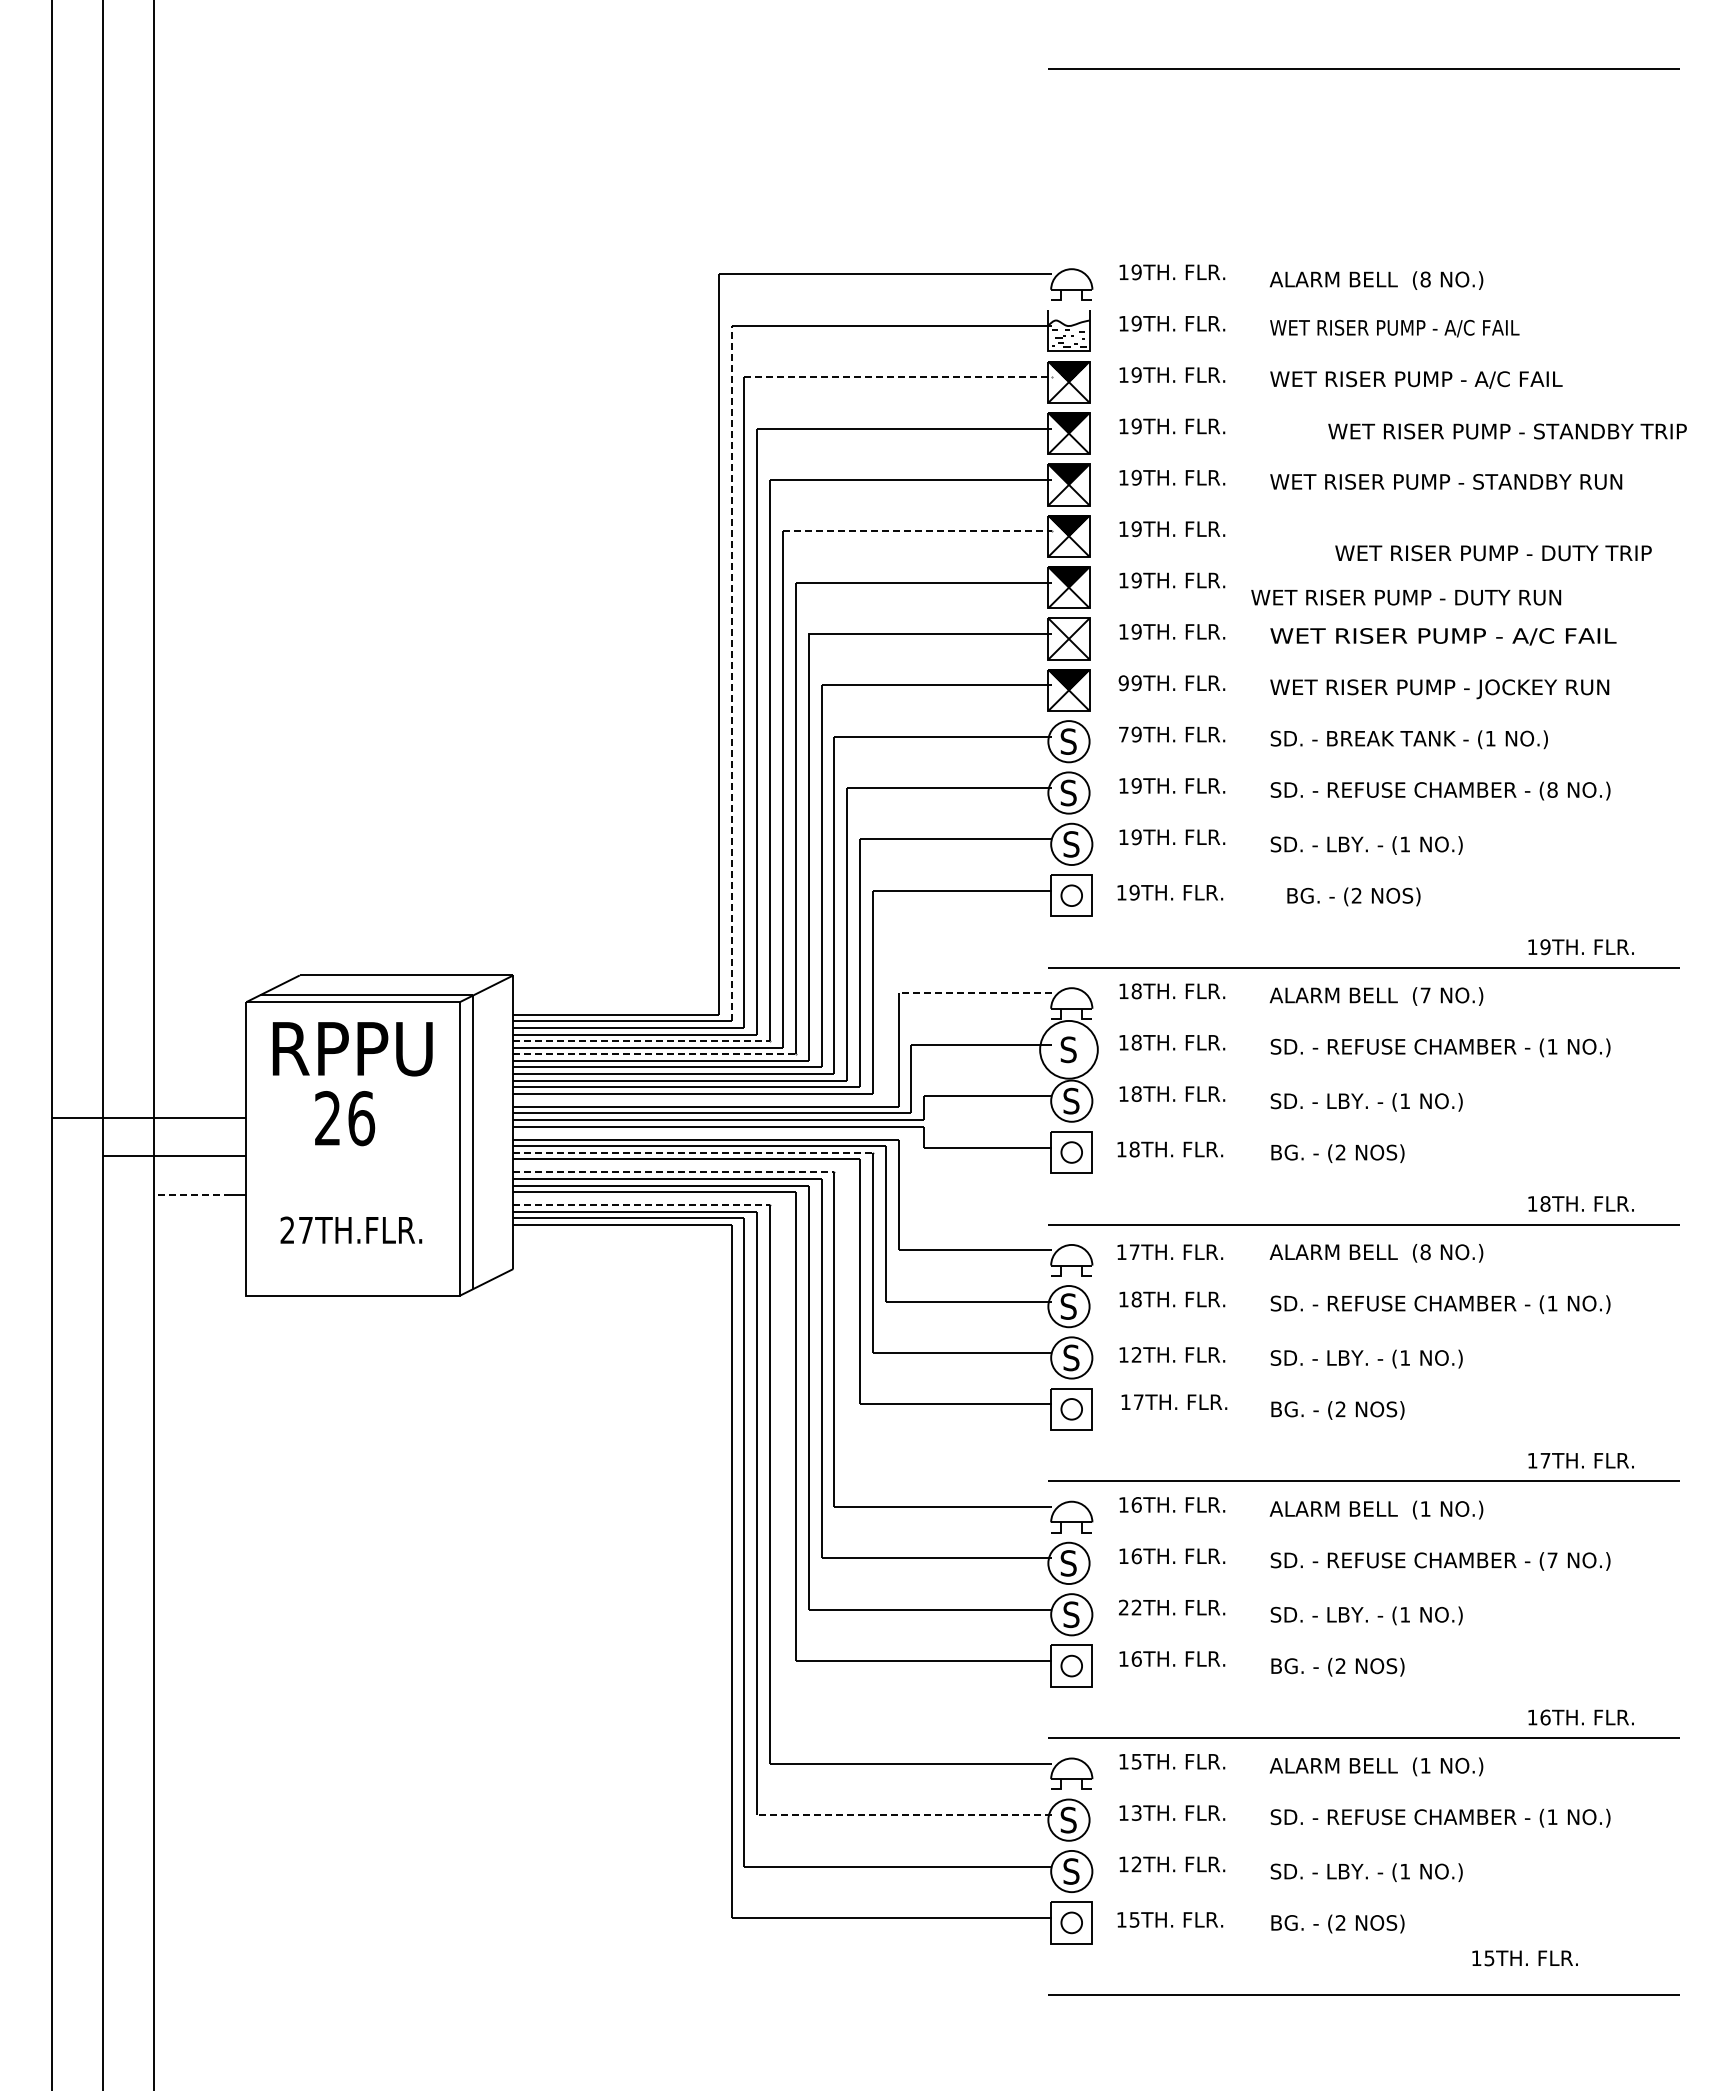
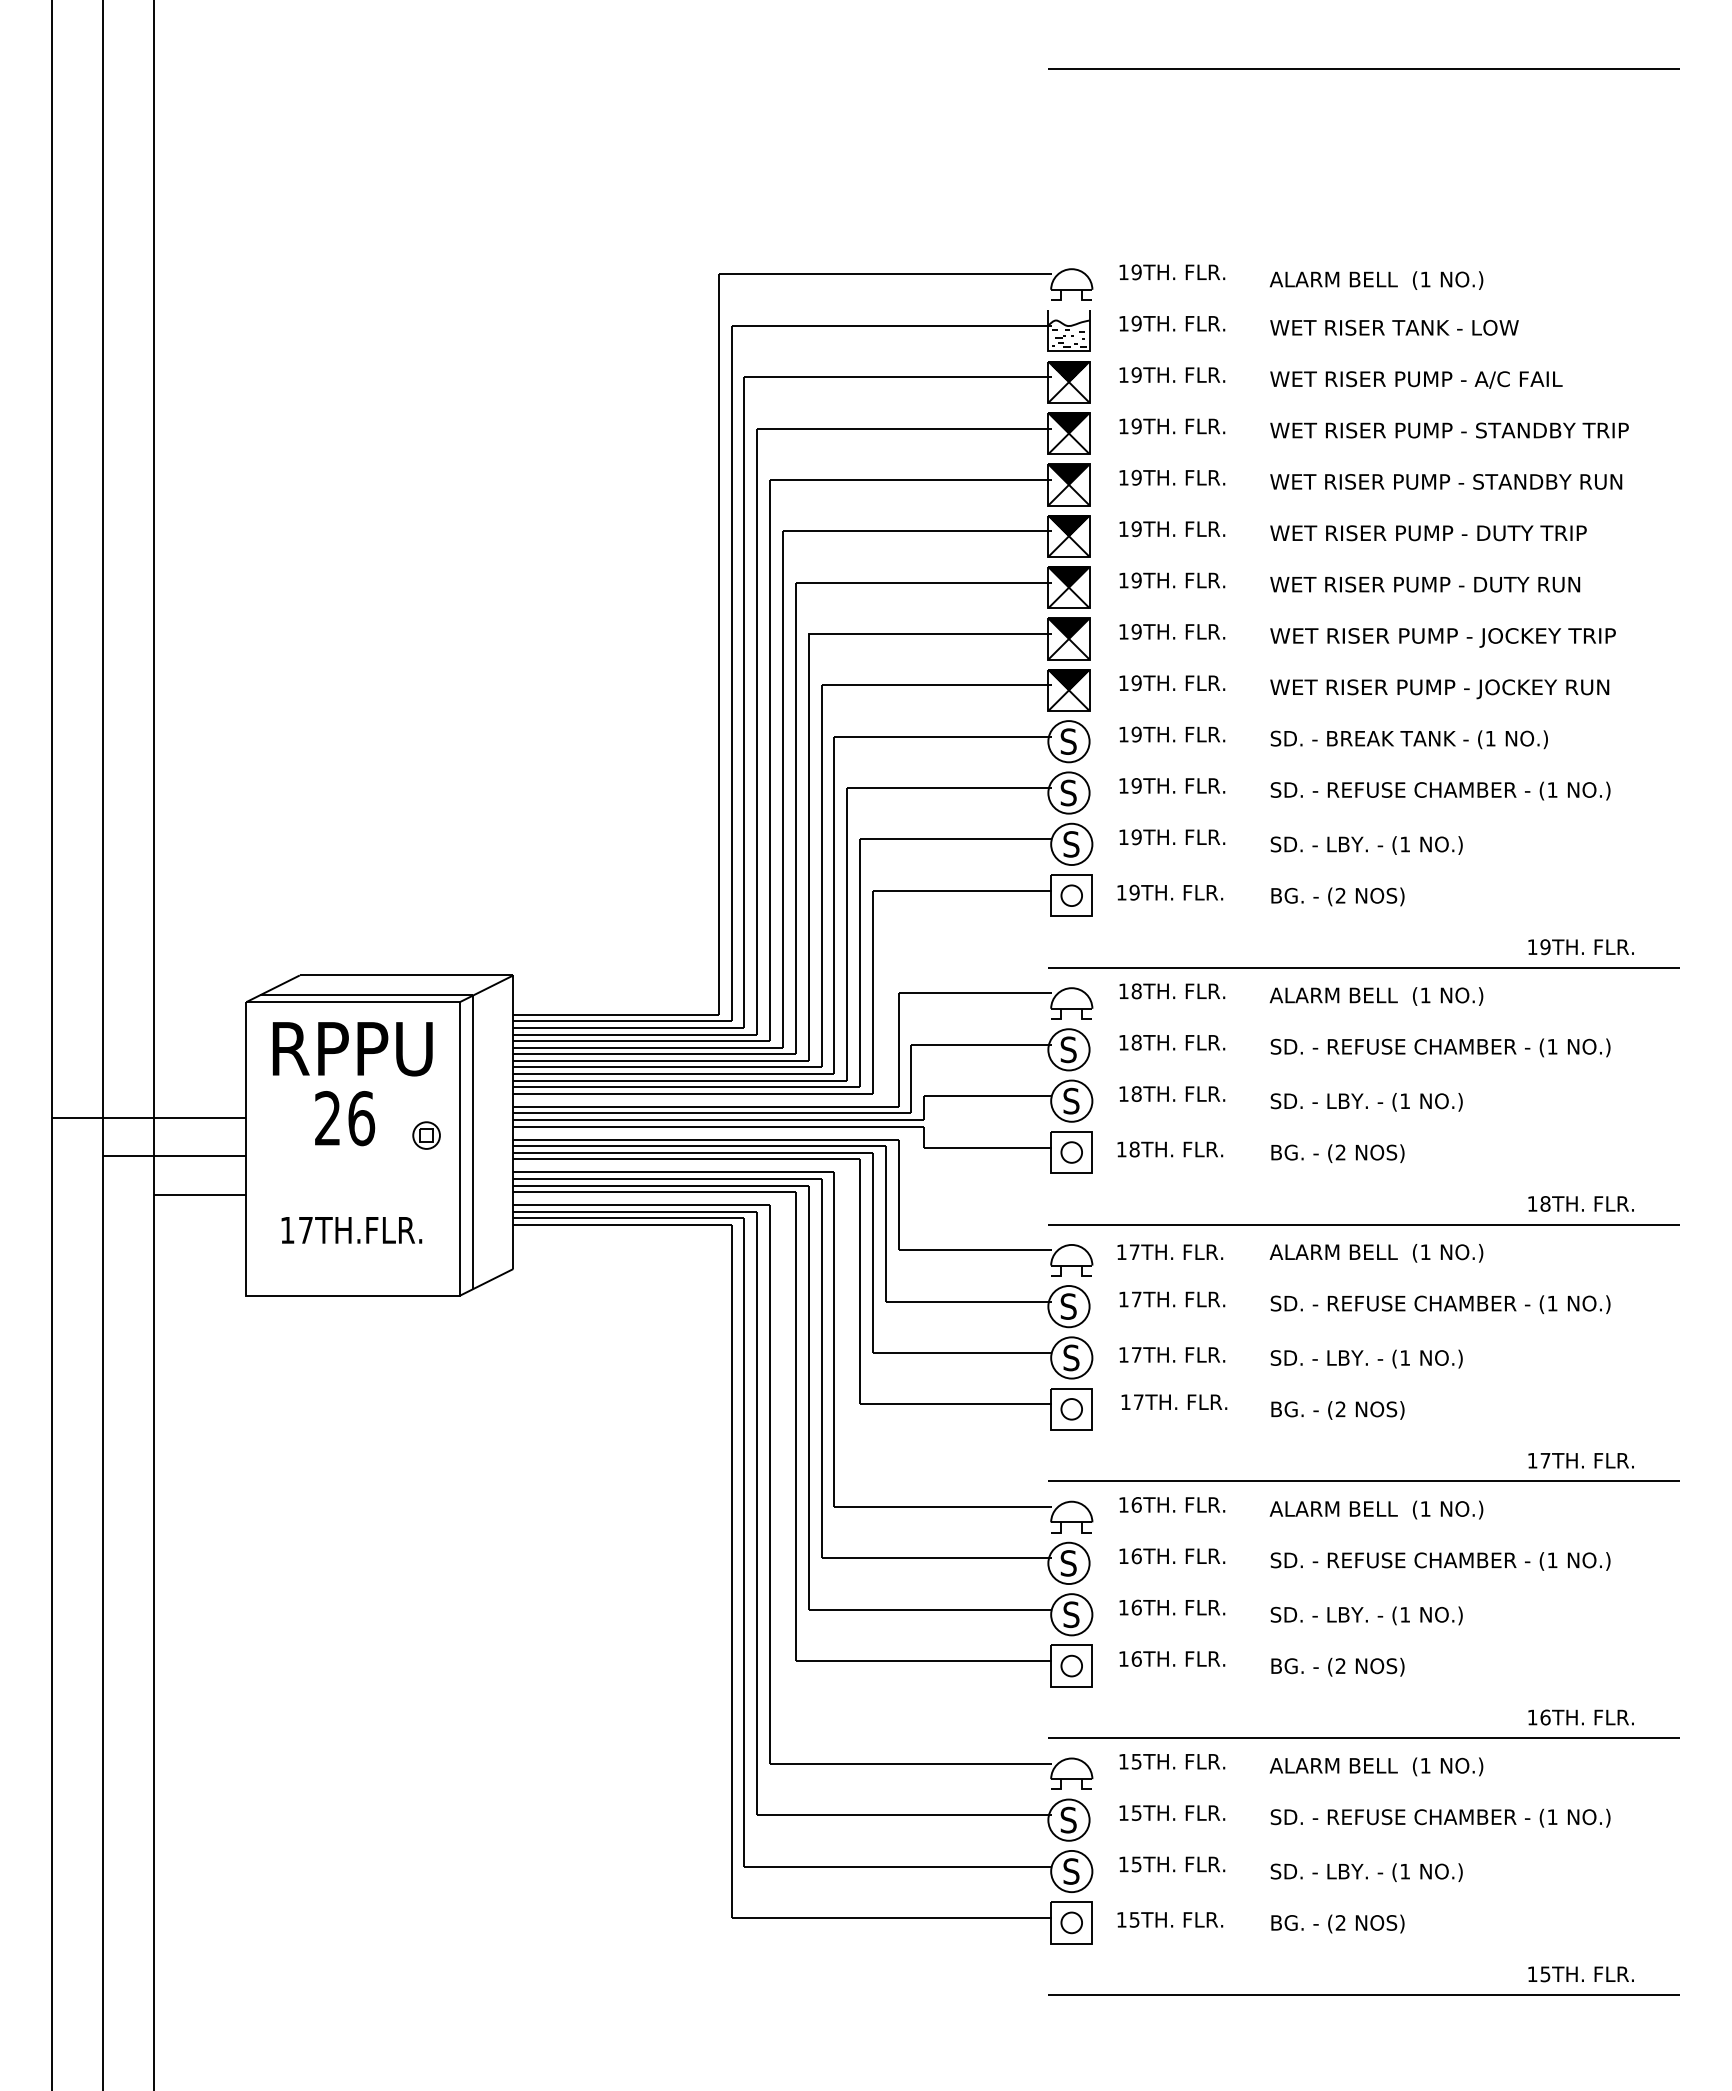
text at (1425, 279): (8 -> (1
text at (1394, 328): WET RISER PUMP - A/C FAIL -> WET RISER TANK - LOW
line at (899, 377): dashed -> solid
text at (1507, 431) position: (1507, 431) -> (1449, 430)
line at (917, 531): dashed -> solid
text at (1493, 553) position: (1493, 553) -> (1428, 533)
text at (1406, 597) position: (1406, 597) -> (1425, 584)
hatch at (1068, 628): none -> present
text at (1443, 637): WET RISER PUMP - A/C FAIL -> WET RISER PUMP - JOCKEY TRIP
line at (731, 672): dashed -> solid
text at (1123, 683): 99TH. -> 19TH.
text at (1123, 734): 79TH. -> 19TH.
text at (1552, 789): (8 -> (1
text at (1353, 896) position: (1353, 896) -> (1337, 896)
line at (975, 993): dashed -> solid
text at (1425, 995): (7 -> (1
line at (642, 1041): dashed -> solid
circle at (1068, 1049) diameter: 58 px -> 41 px
line at (655, 1054): dashed -> solid
part at (426, 1135): none -> present
line at (694, 1152): dashed -> solid
line at (674, 1172): dashed -> solid
line at (192, 1194): dashed -> solid
line at (642, 1205): dashed -> solid
text at (287, 1229): 27TH.FLR. -> 17TH.FLR.
text at (1425, 1252): (8 -> (1
text at (1136, 1299): 18TH. -> 17TH.
text at (1136, 1354): 12TH. -> 17TH.
text at (1552, 1560): (7 -> (1
text at (1129, 1607): 22TH. -> 16TH.
text at (1136, 1812): 13TH. -> 15TH.
line at (904, 1815): dashed -> solid
text at (1136, 1864): 12TH. -> 15TH.
text at (1524, 1958) position: (1524, 1958) -> (1580, 1974)
